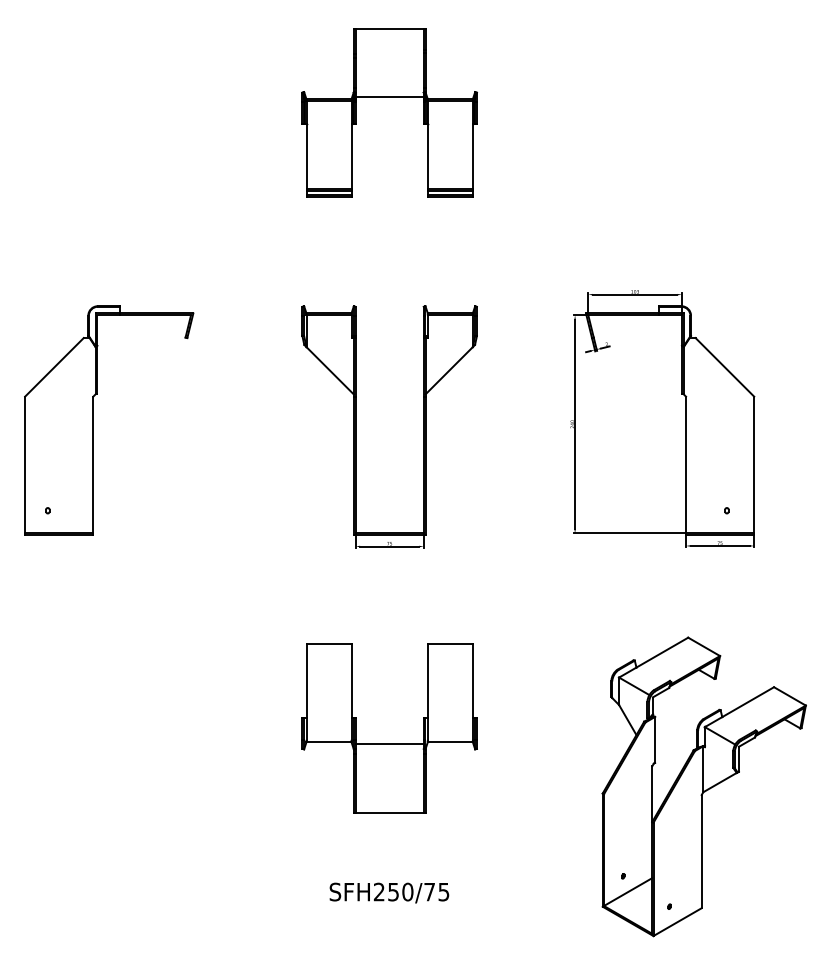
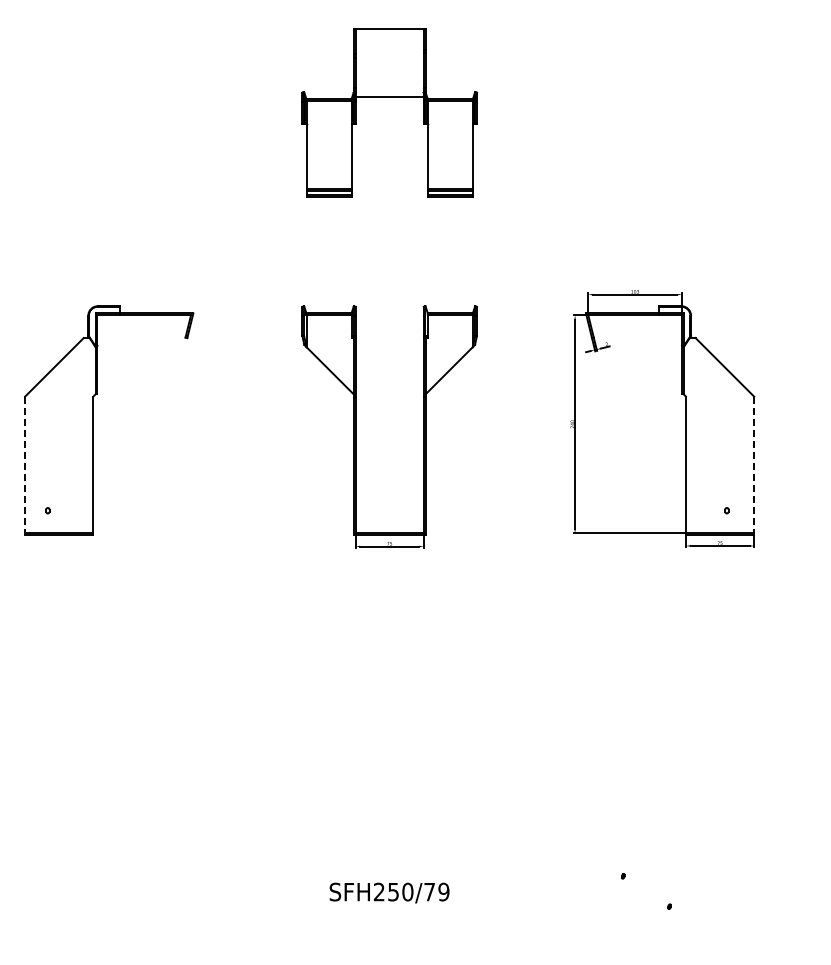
line at (25, 466): solid -> dashed
line at (754, 466): solid -> dashed
part at (389, 743): present -> none
part at (703, 786): present -> none
text at (443, 891): SFH250/75 -> SFH250/79
